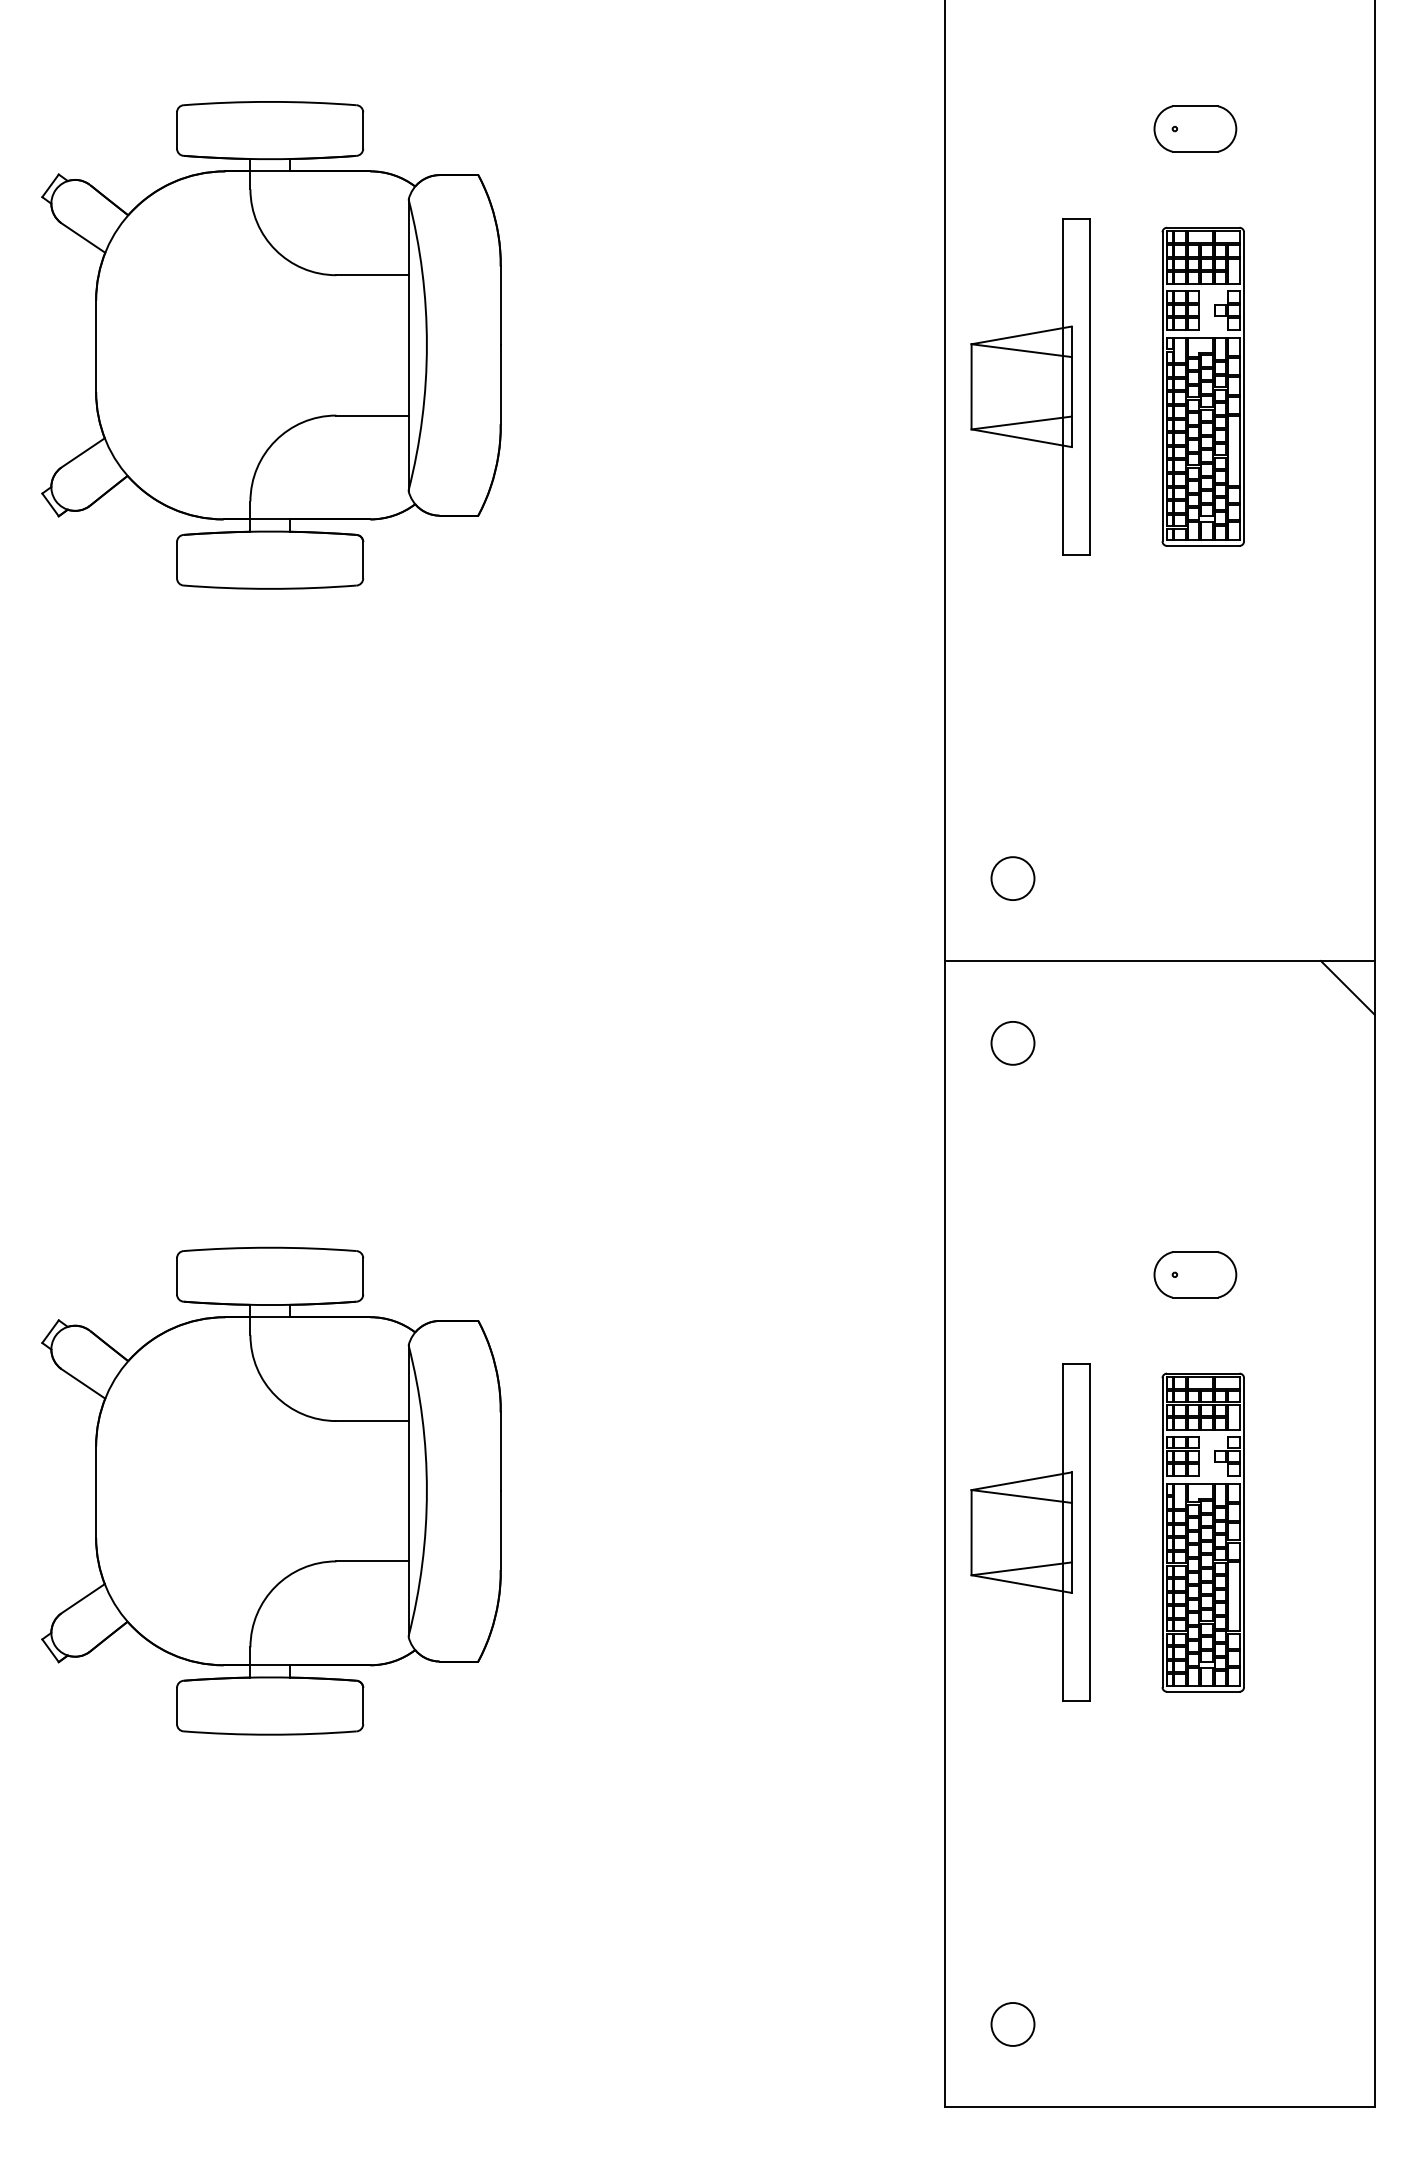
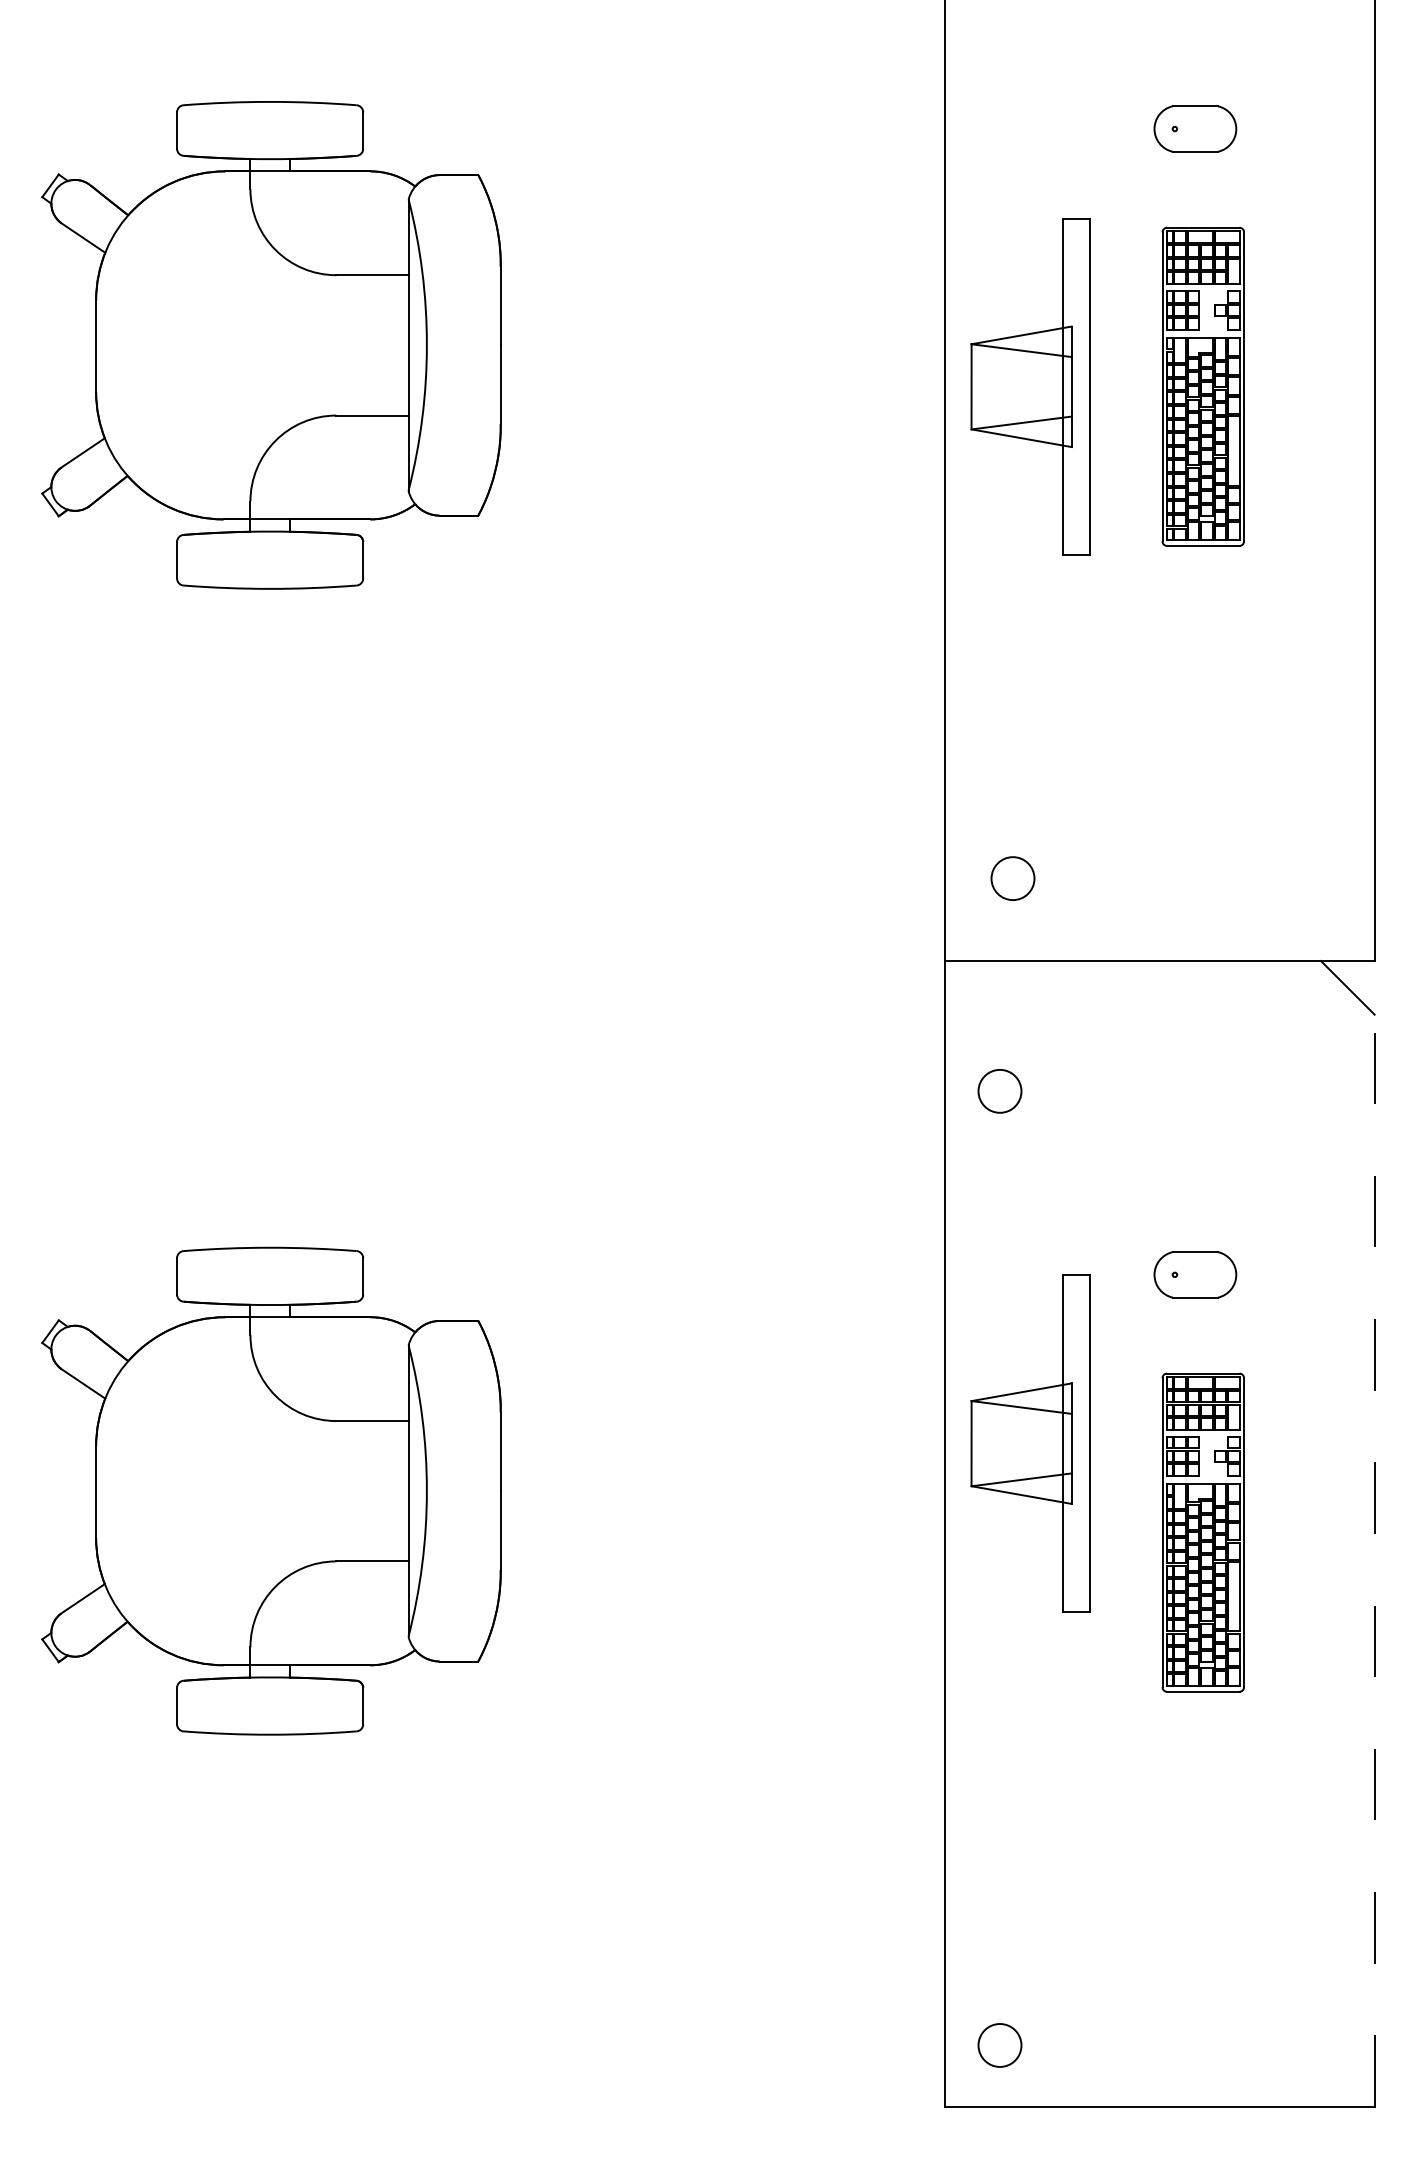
part at (1012, 1043) position: (1012, 1043) -> (999, 1091)
part at (1030, 1532) position: (1030, 1532) -> (1030, 1443)
line at (1374, 1533): solid -> dashed
part at (1012, 2024) position: (1012, 2024) -> (999, 2045)
